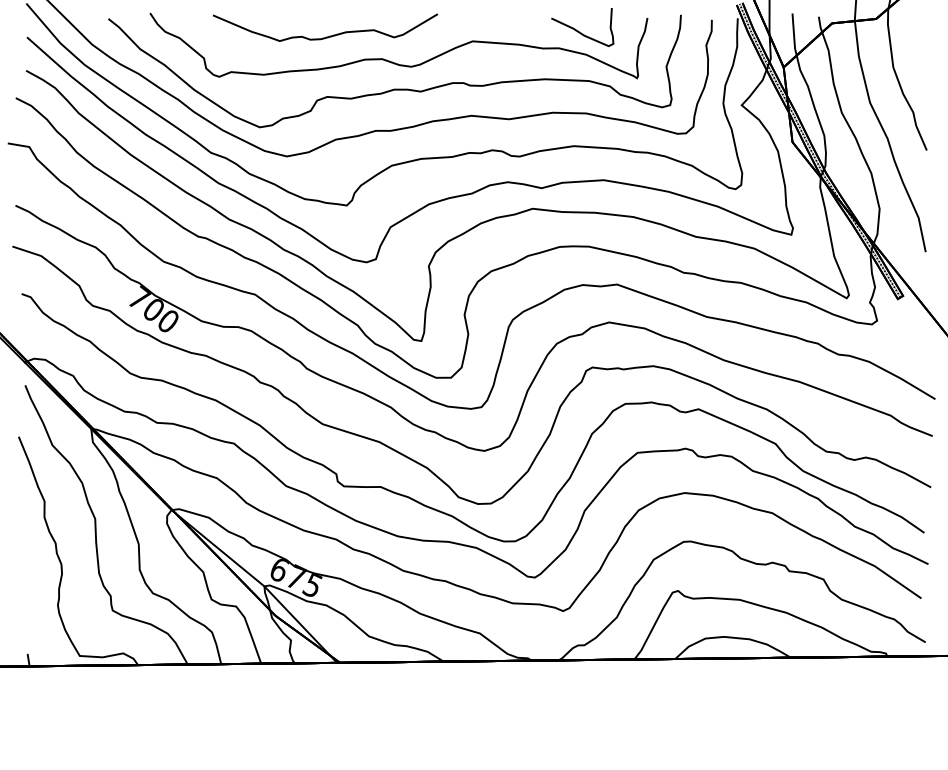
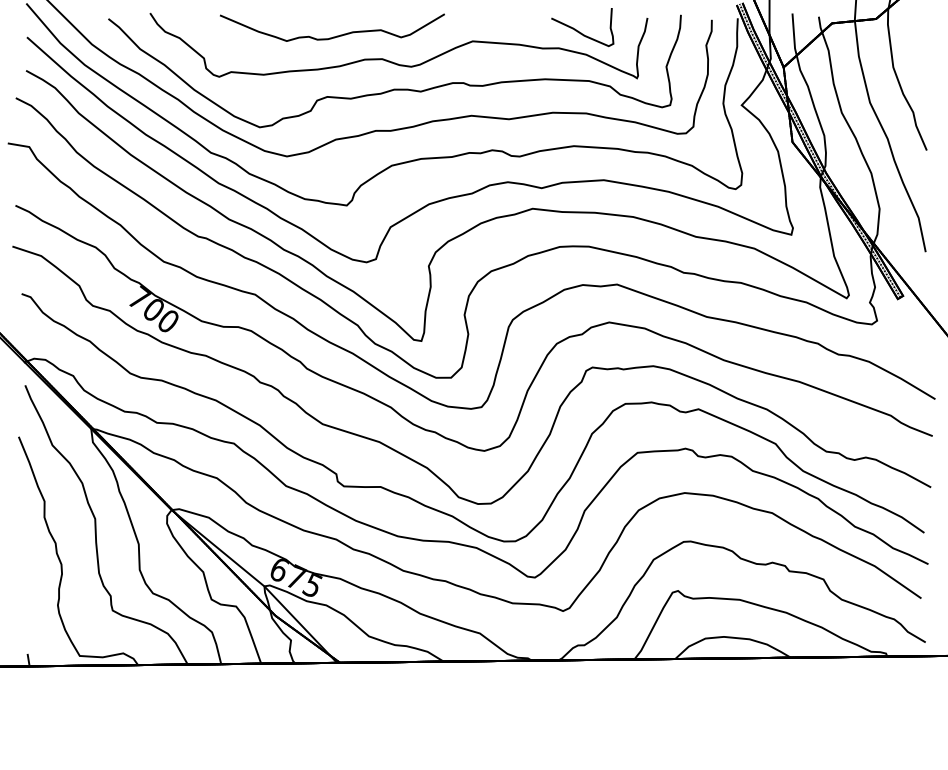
curve at (329, 35) position: (329, 35) -> (336, 35)
